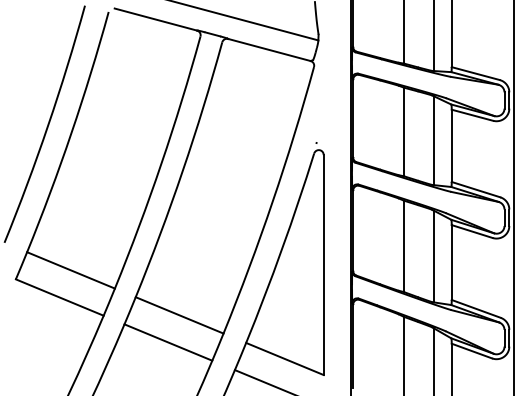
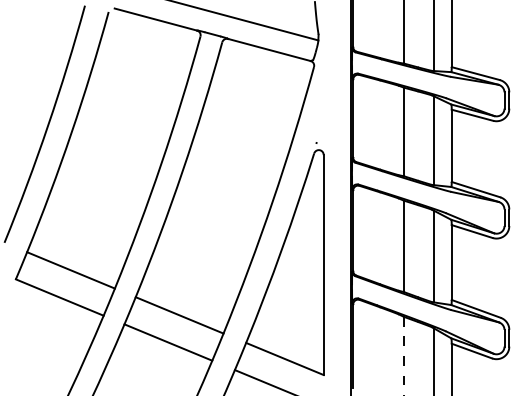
line at (514, 197): present -> none
line at (404, 356): solid -> dashed
